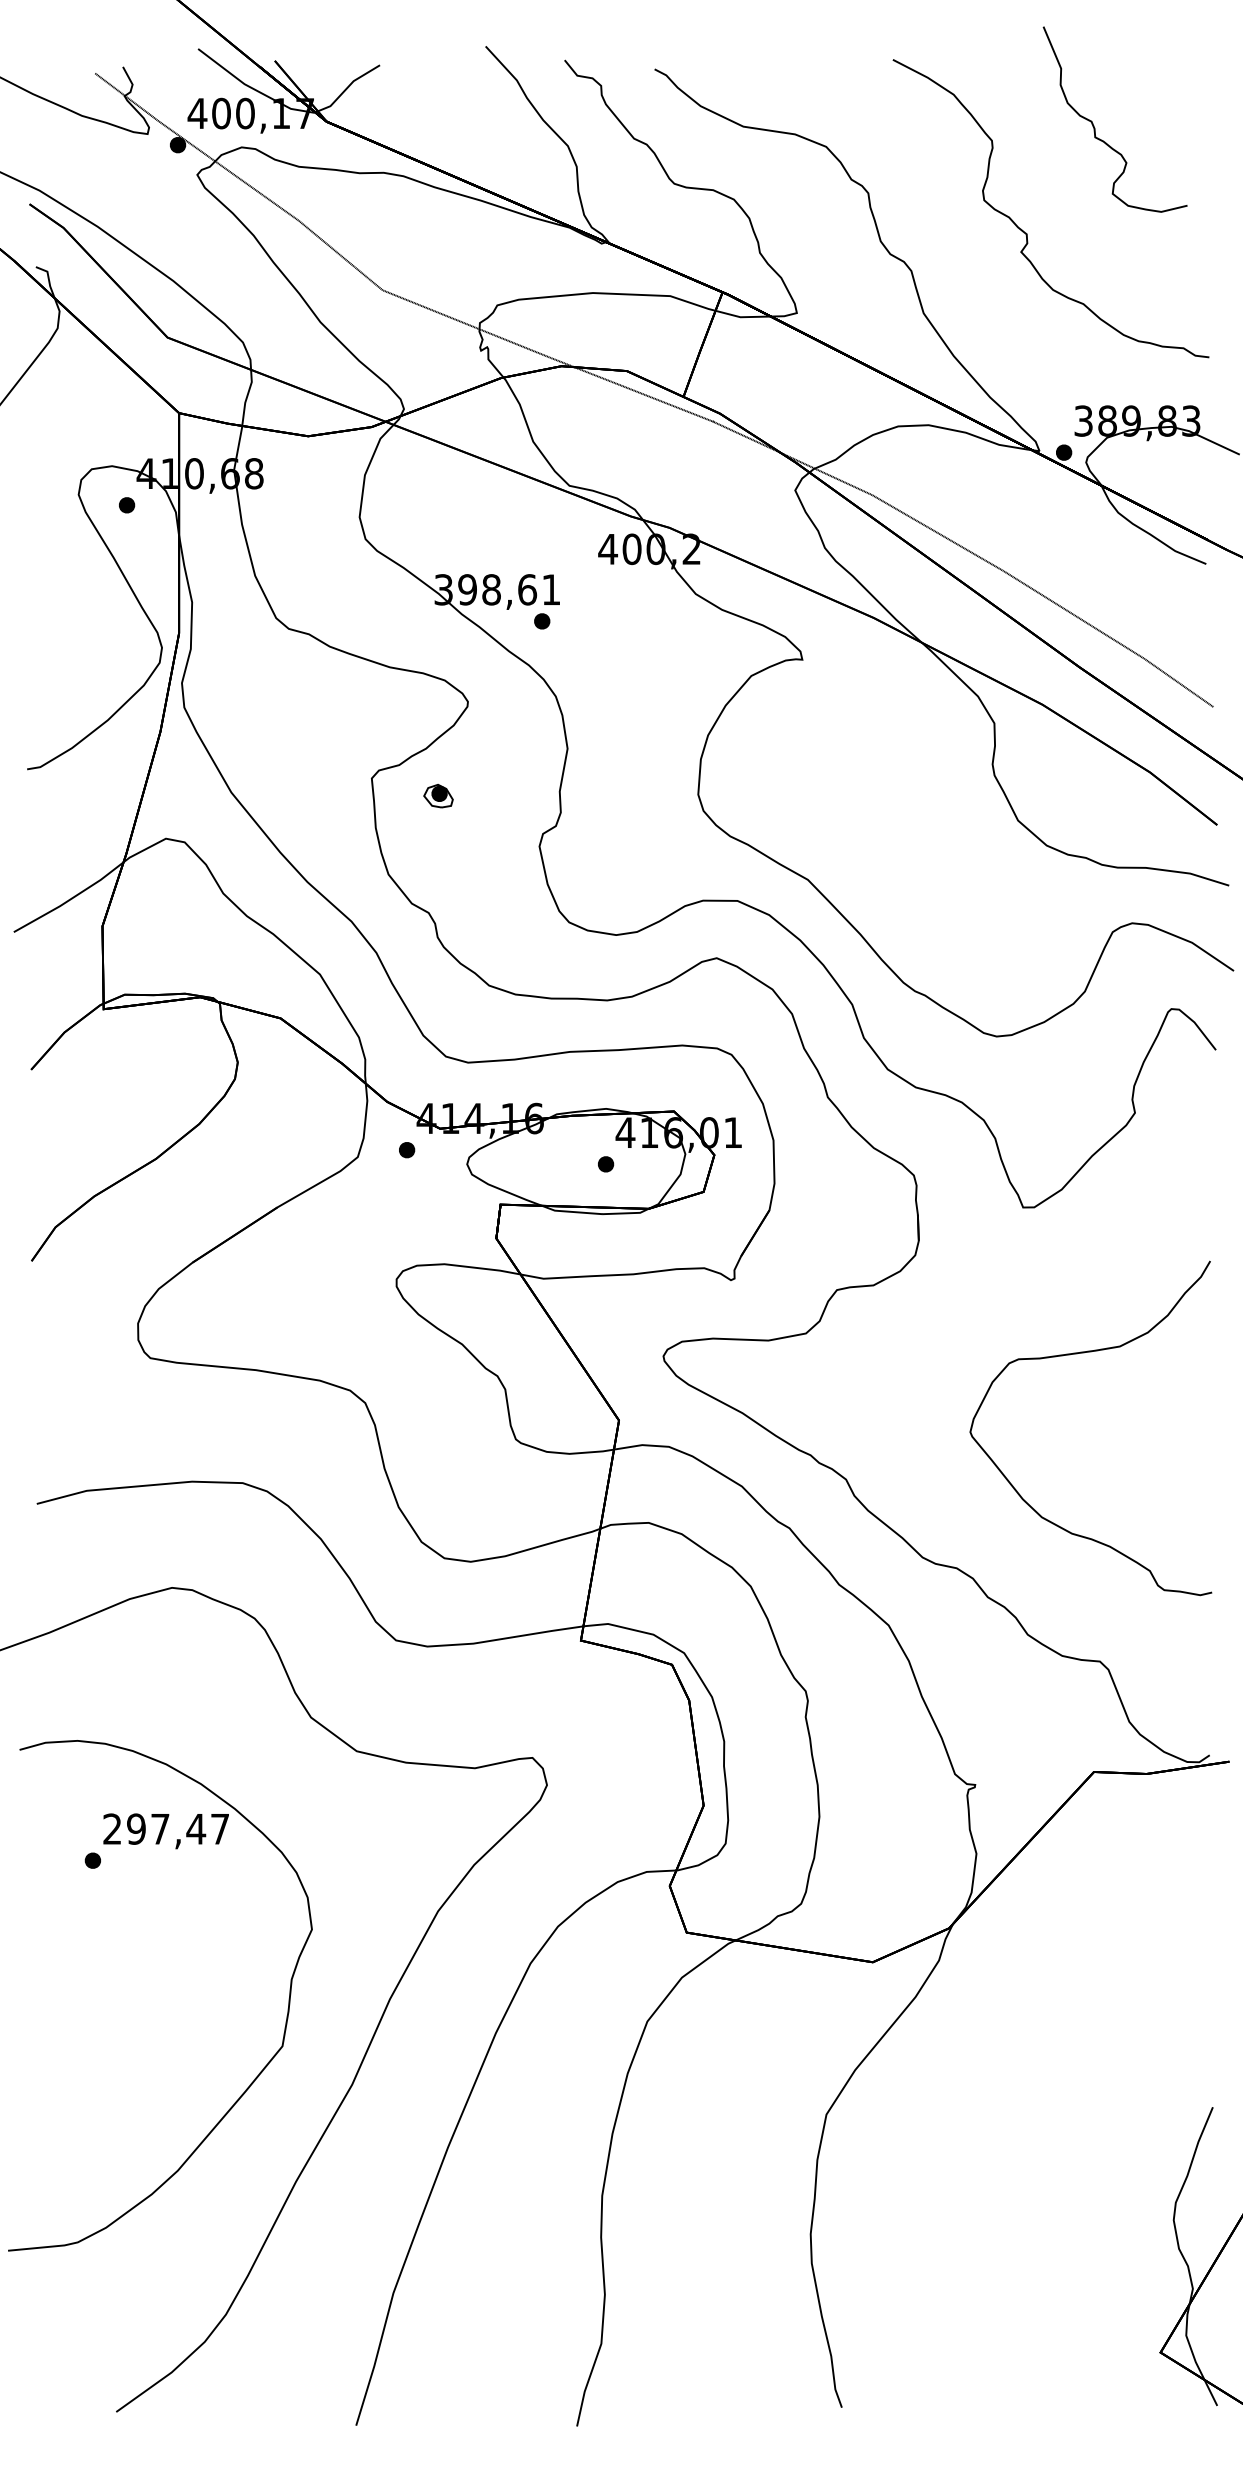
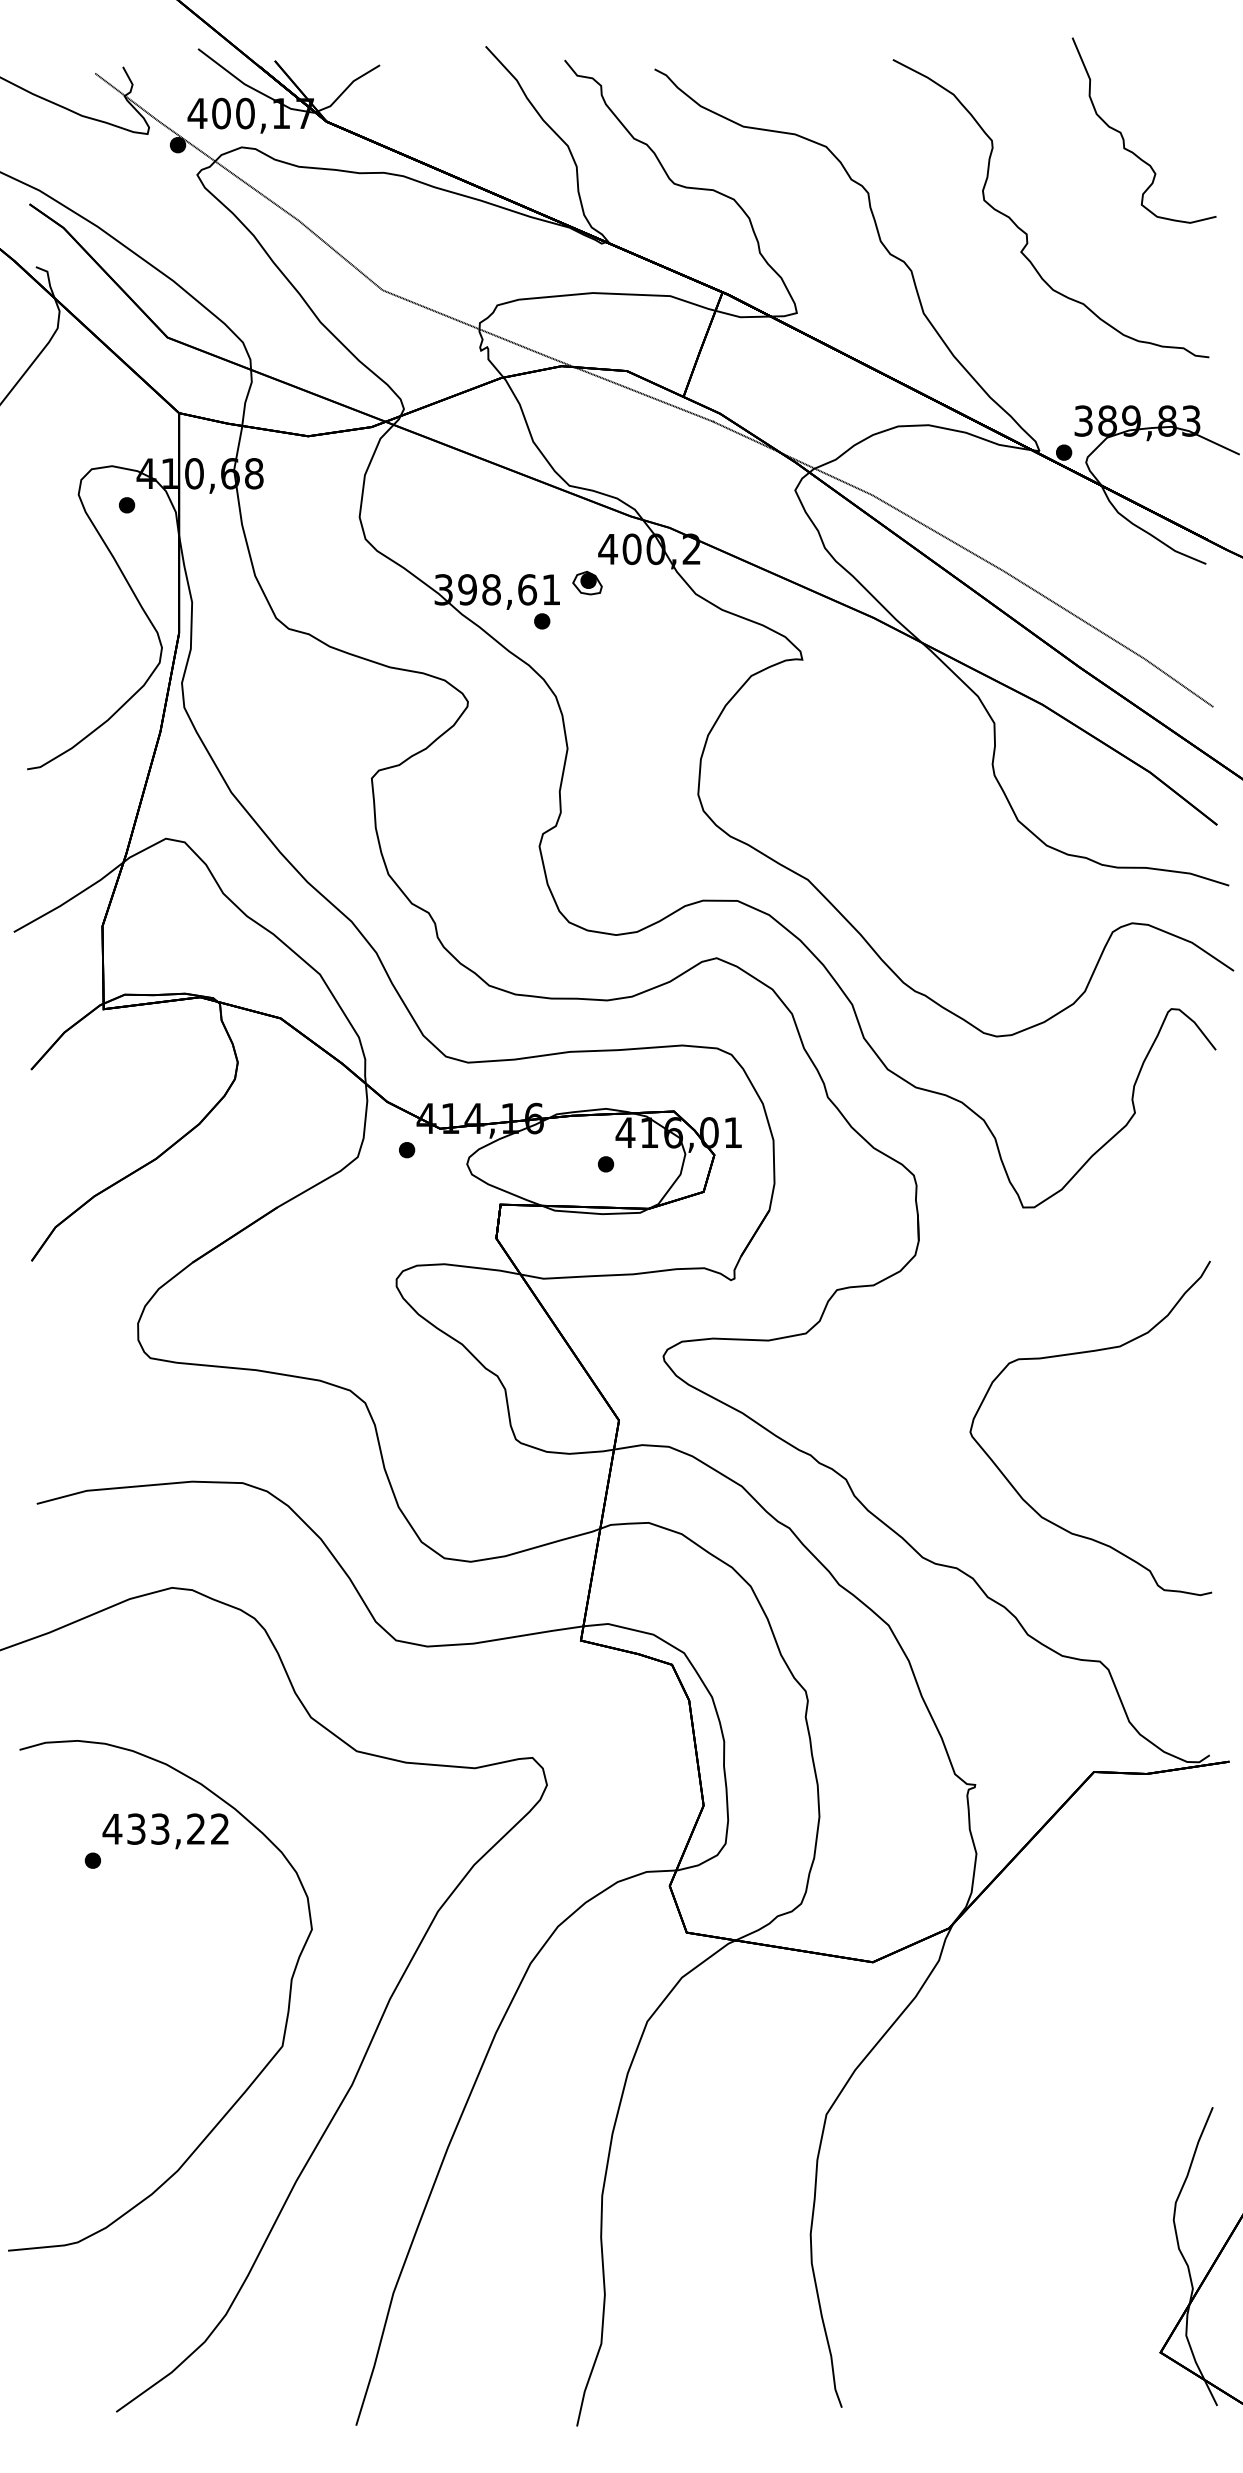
part at (1094, 125) position: (1094, 125) -> (1123, 136)
part at (438, 796) position: (438, 796) -> (587, 583)
text at (165, 1828): 297,47 -> 433,22
